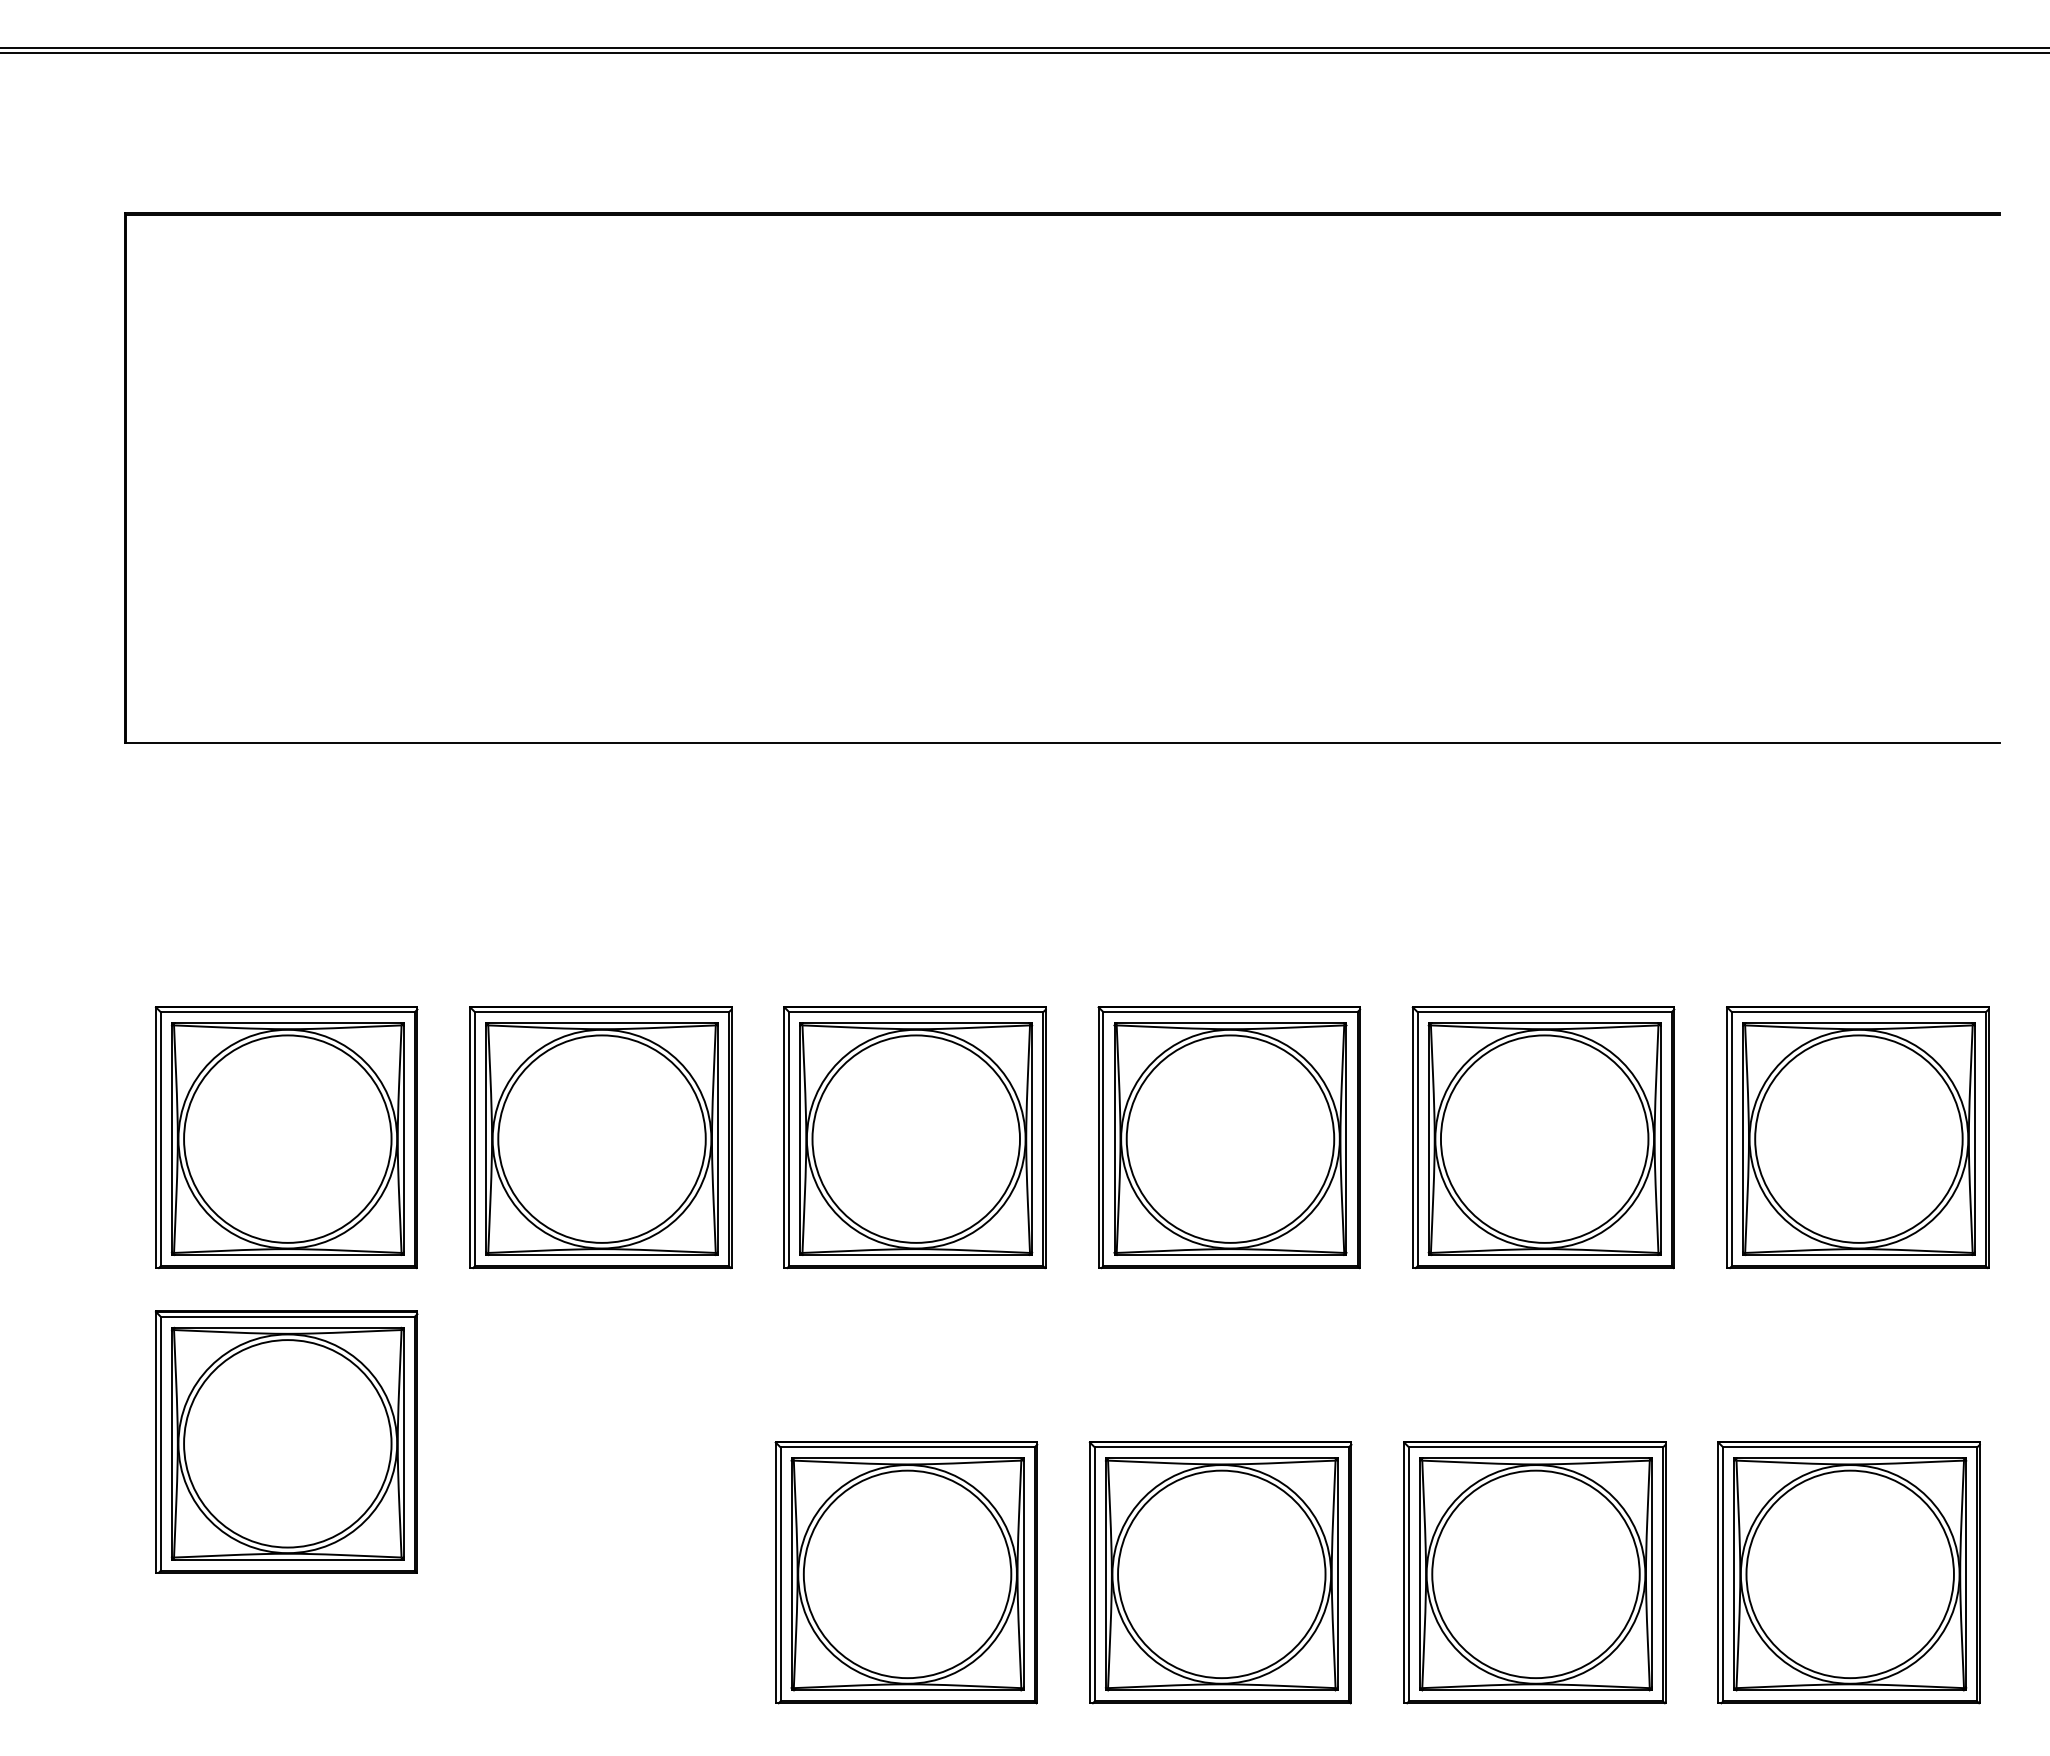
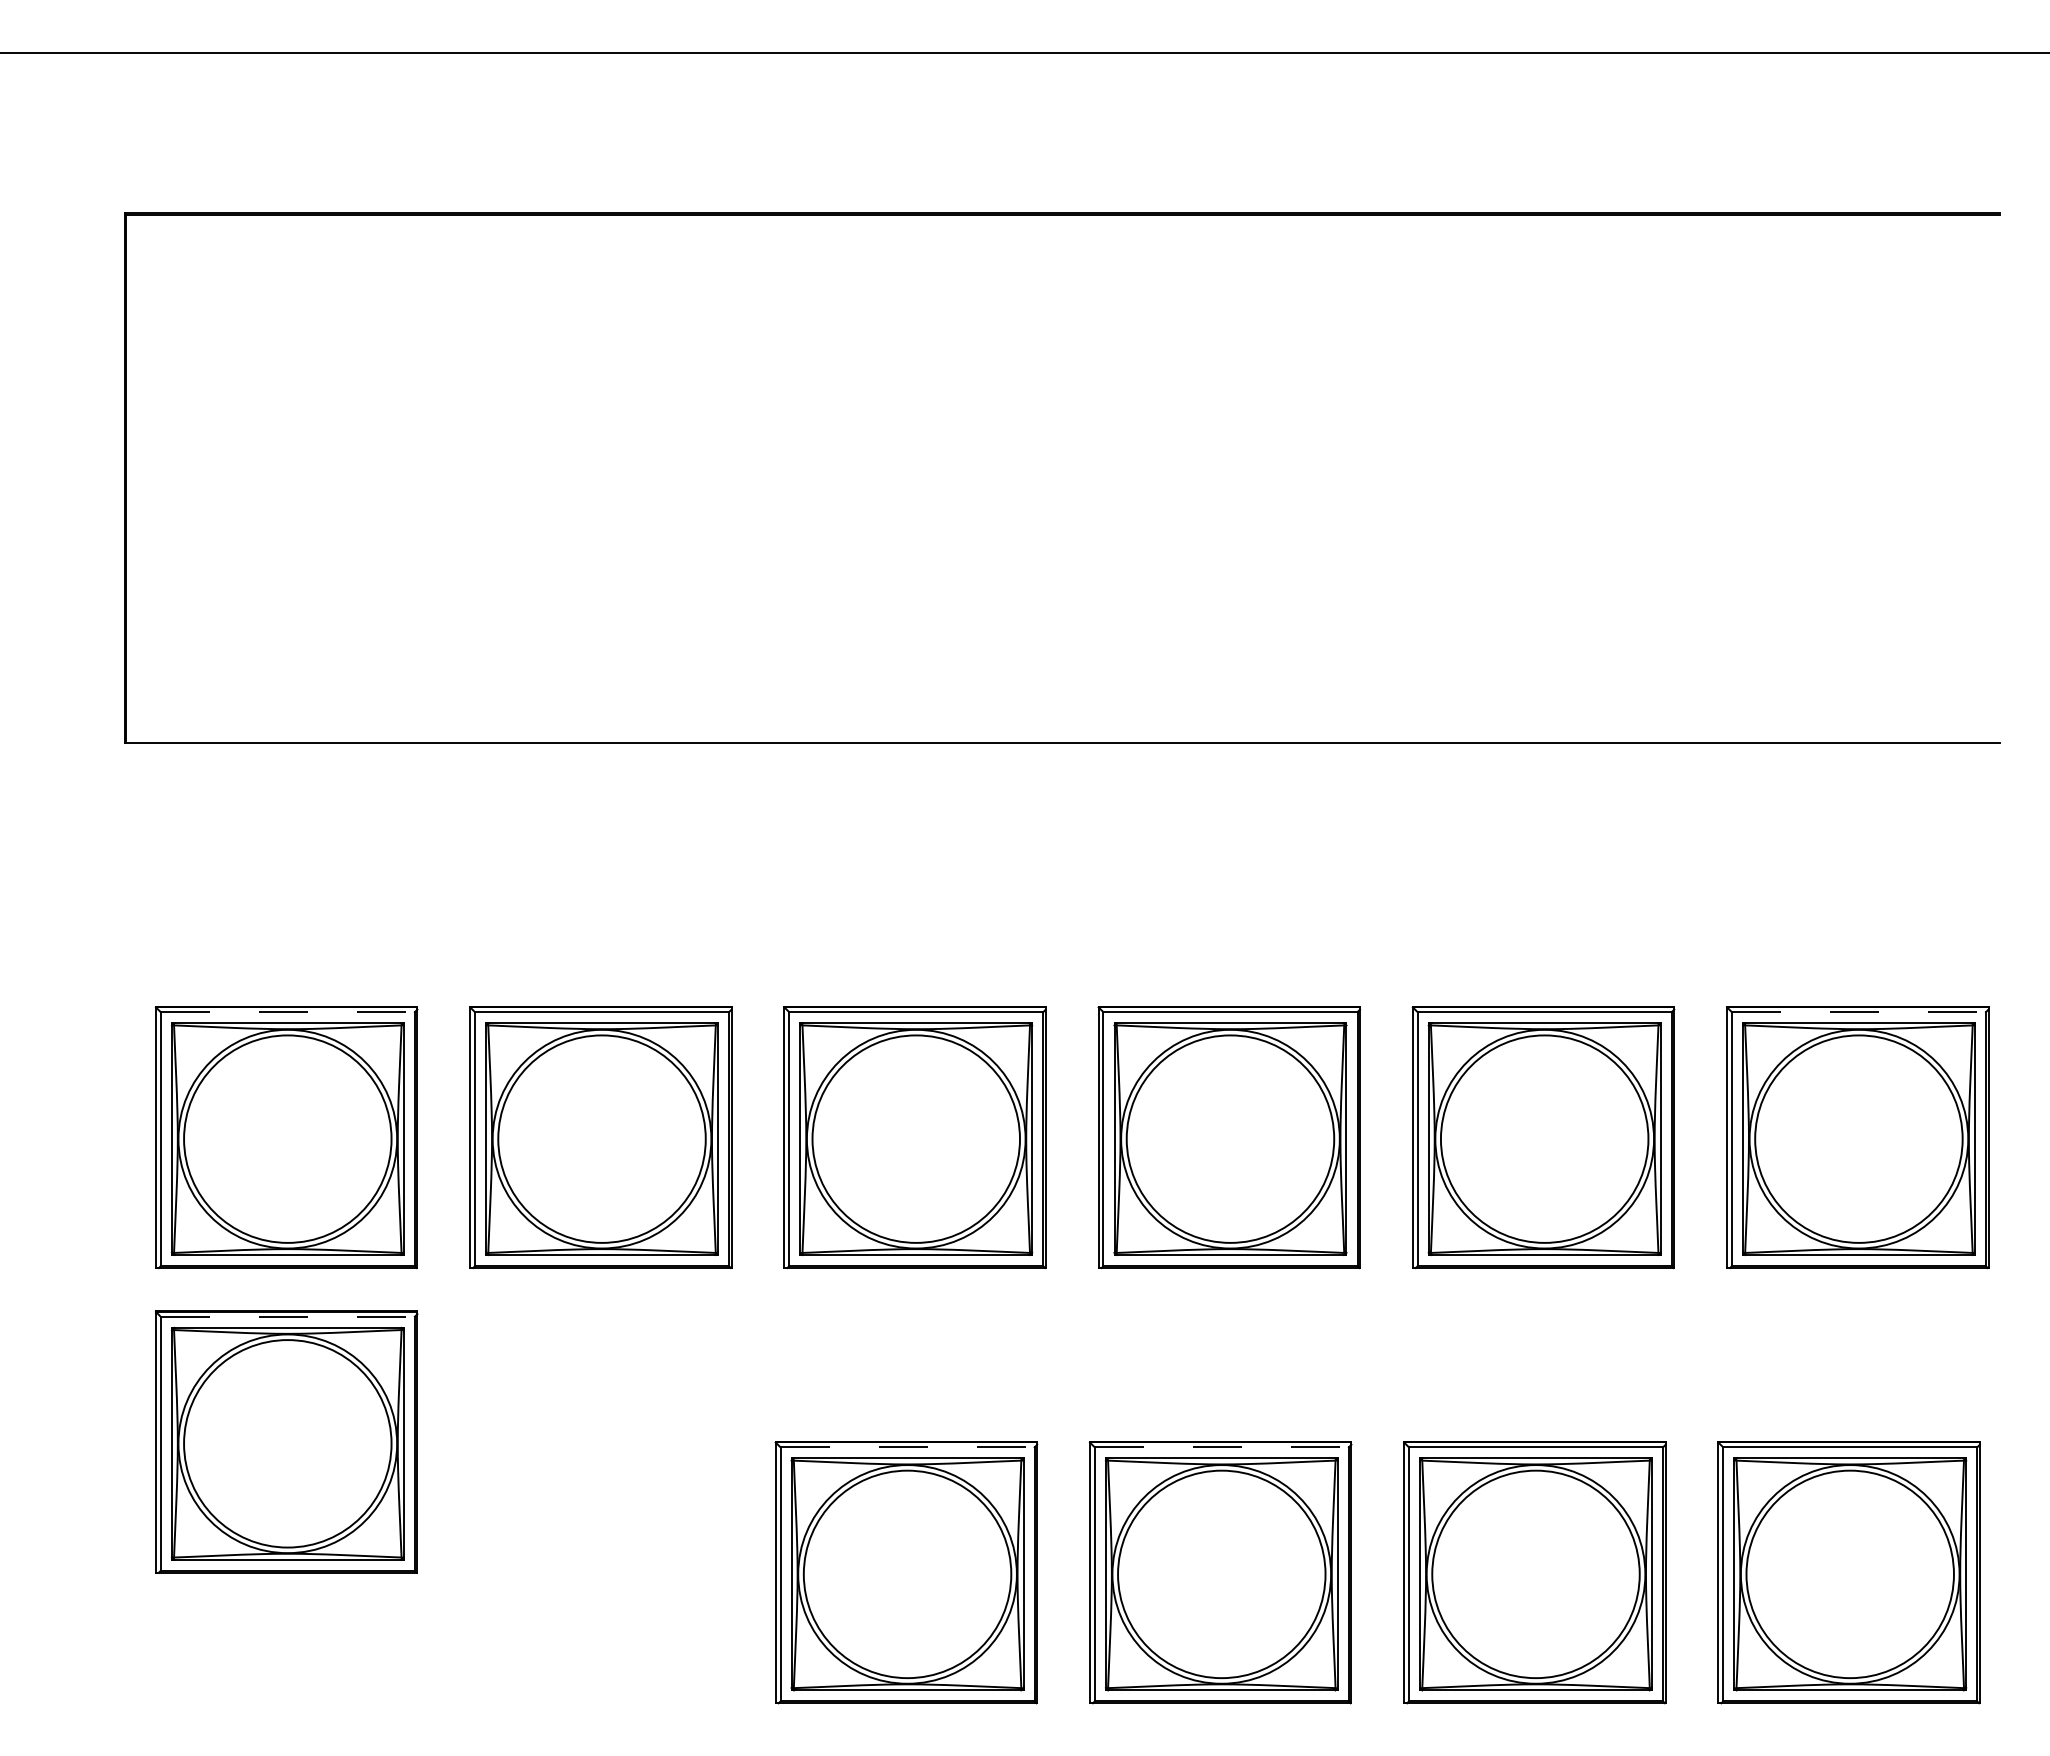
line at (1024, 47): present -> none
line at (288, 1012): solid -> dashed
line at (1859, 1012): solid -> dashed
line at (288, 1316): solid -> dashed
line at (908, 1447): solid -> dashed
line at (1222, 1447): solid -> dashed
